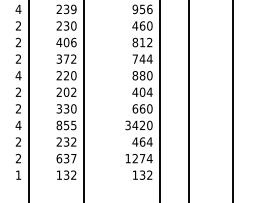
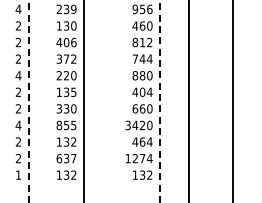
text at (58, 25): 230 -> 130
text at (66, 91): 202 -> 135
line at (29, 101): solid -> dashed
line at (160, 101): solid -> dashed
text at (58, 141): 232 -> 132
